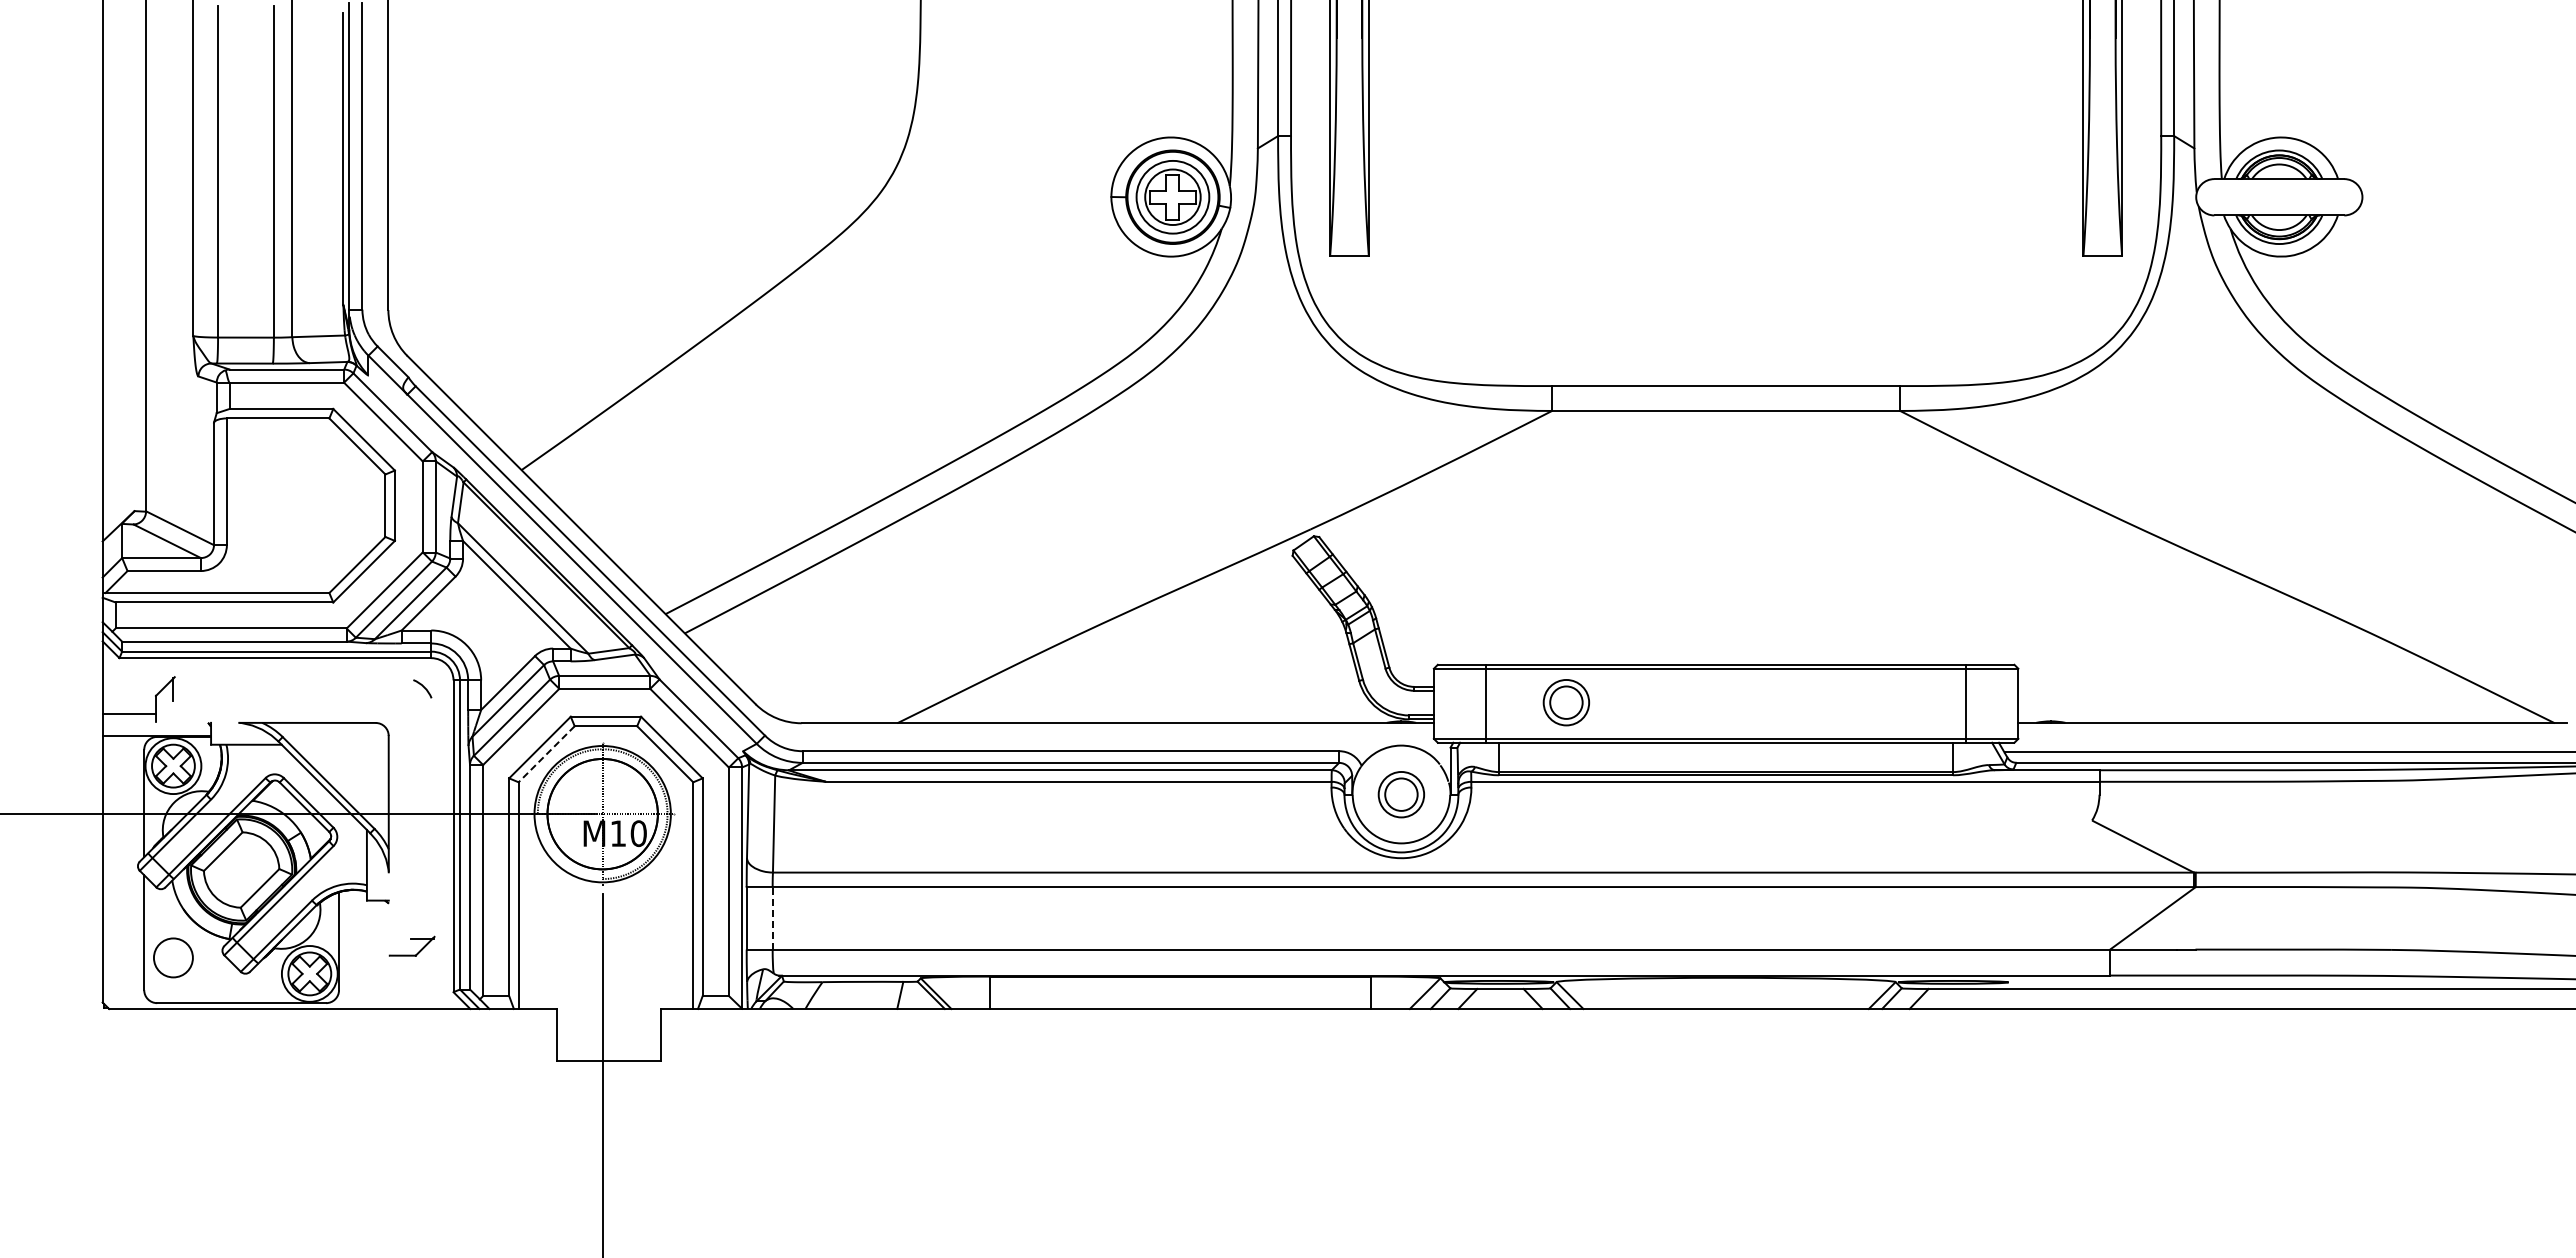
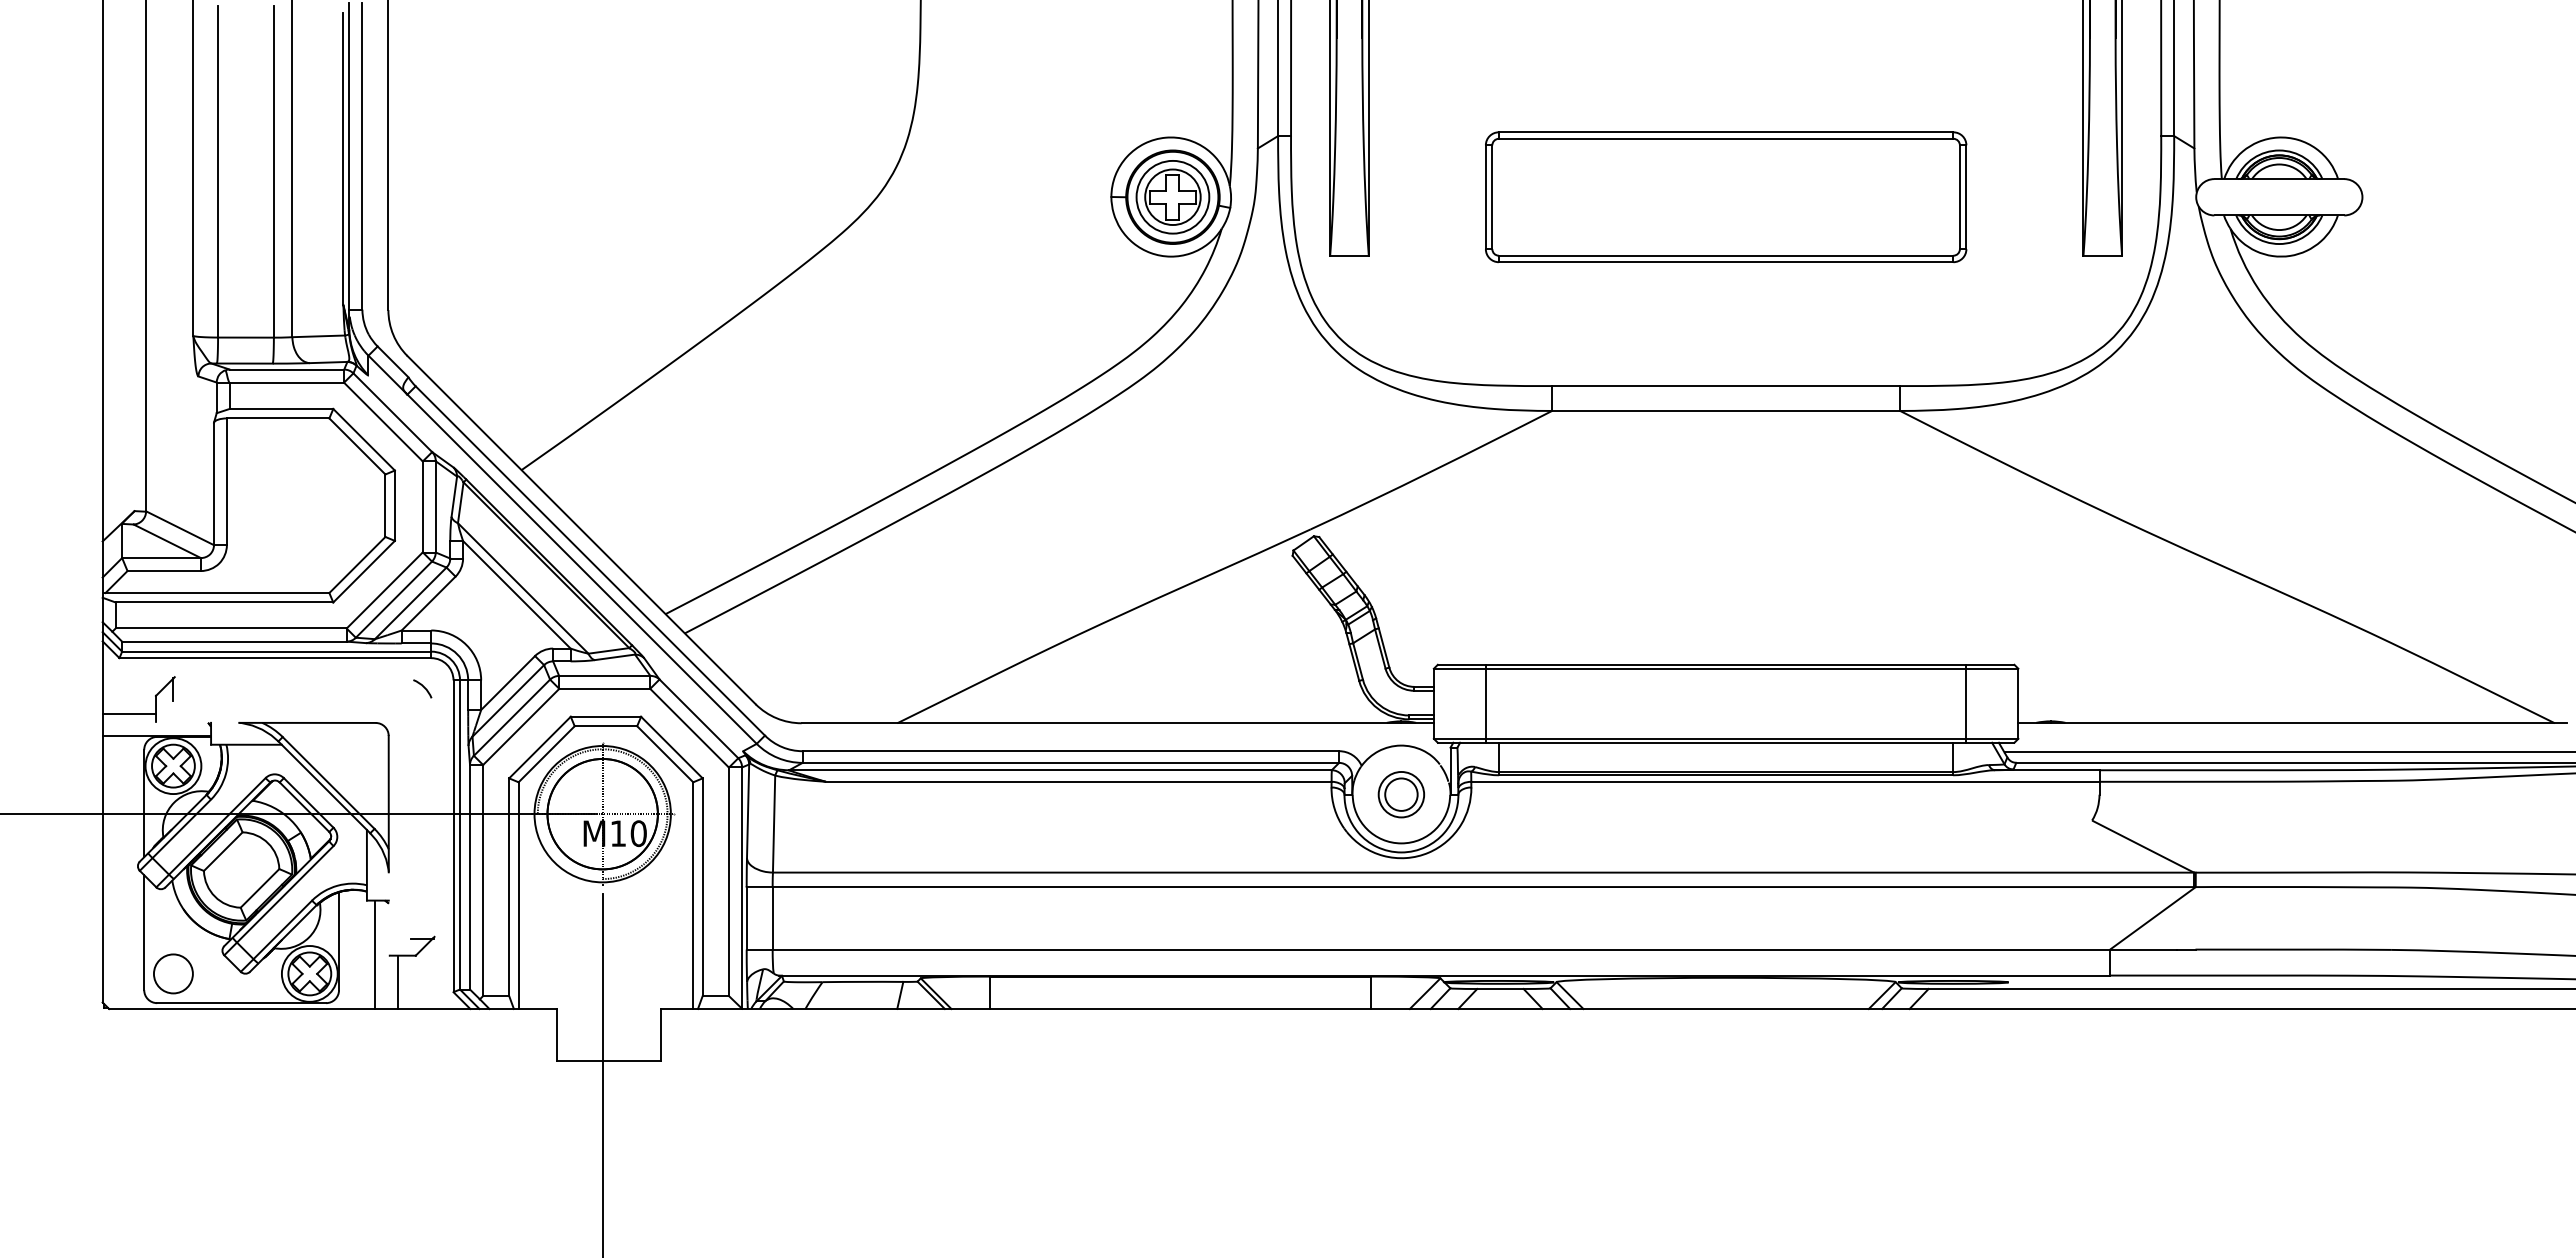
part at (1726, 197): none -> present
part at (1566, 702): present -> none
line at (546, 754): dashed -> solid
line at (772, 917): dashed -> solid
line at (375, 954): none -> present
circle at (173, 957) position: (173, 957) -> (173, 973)
line at (397, 982): none -> present
